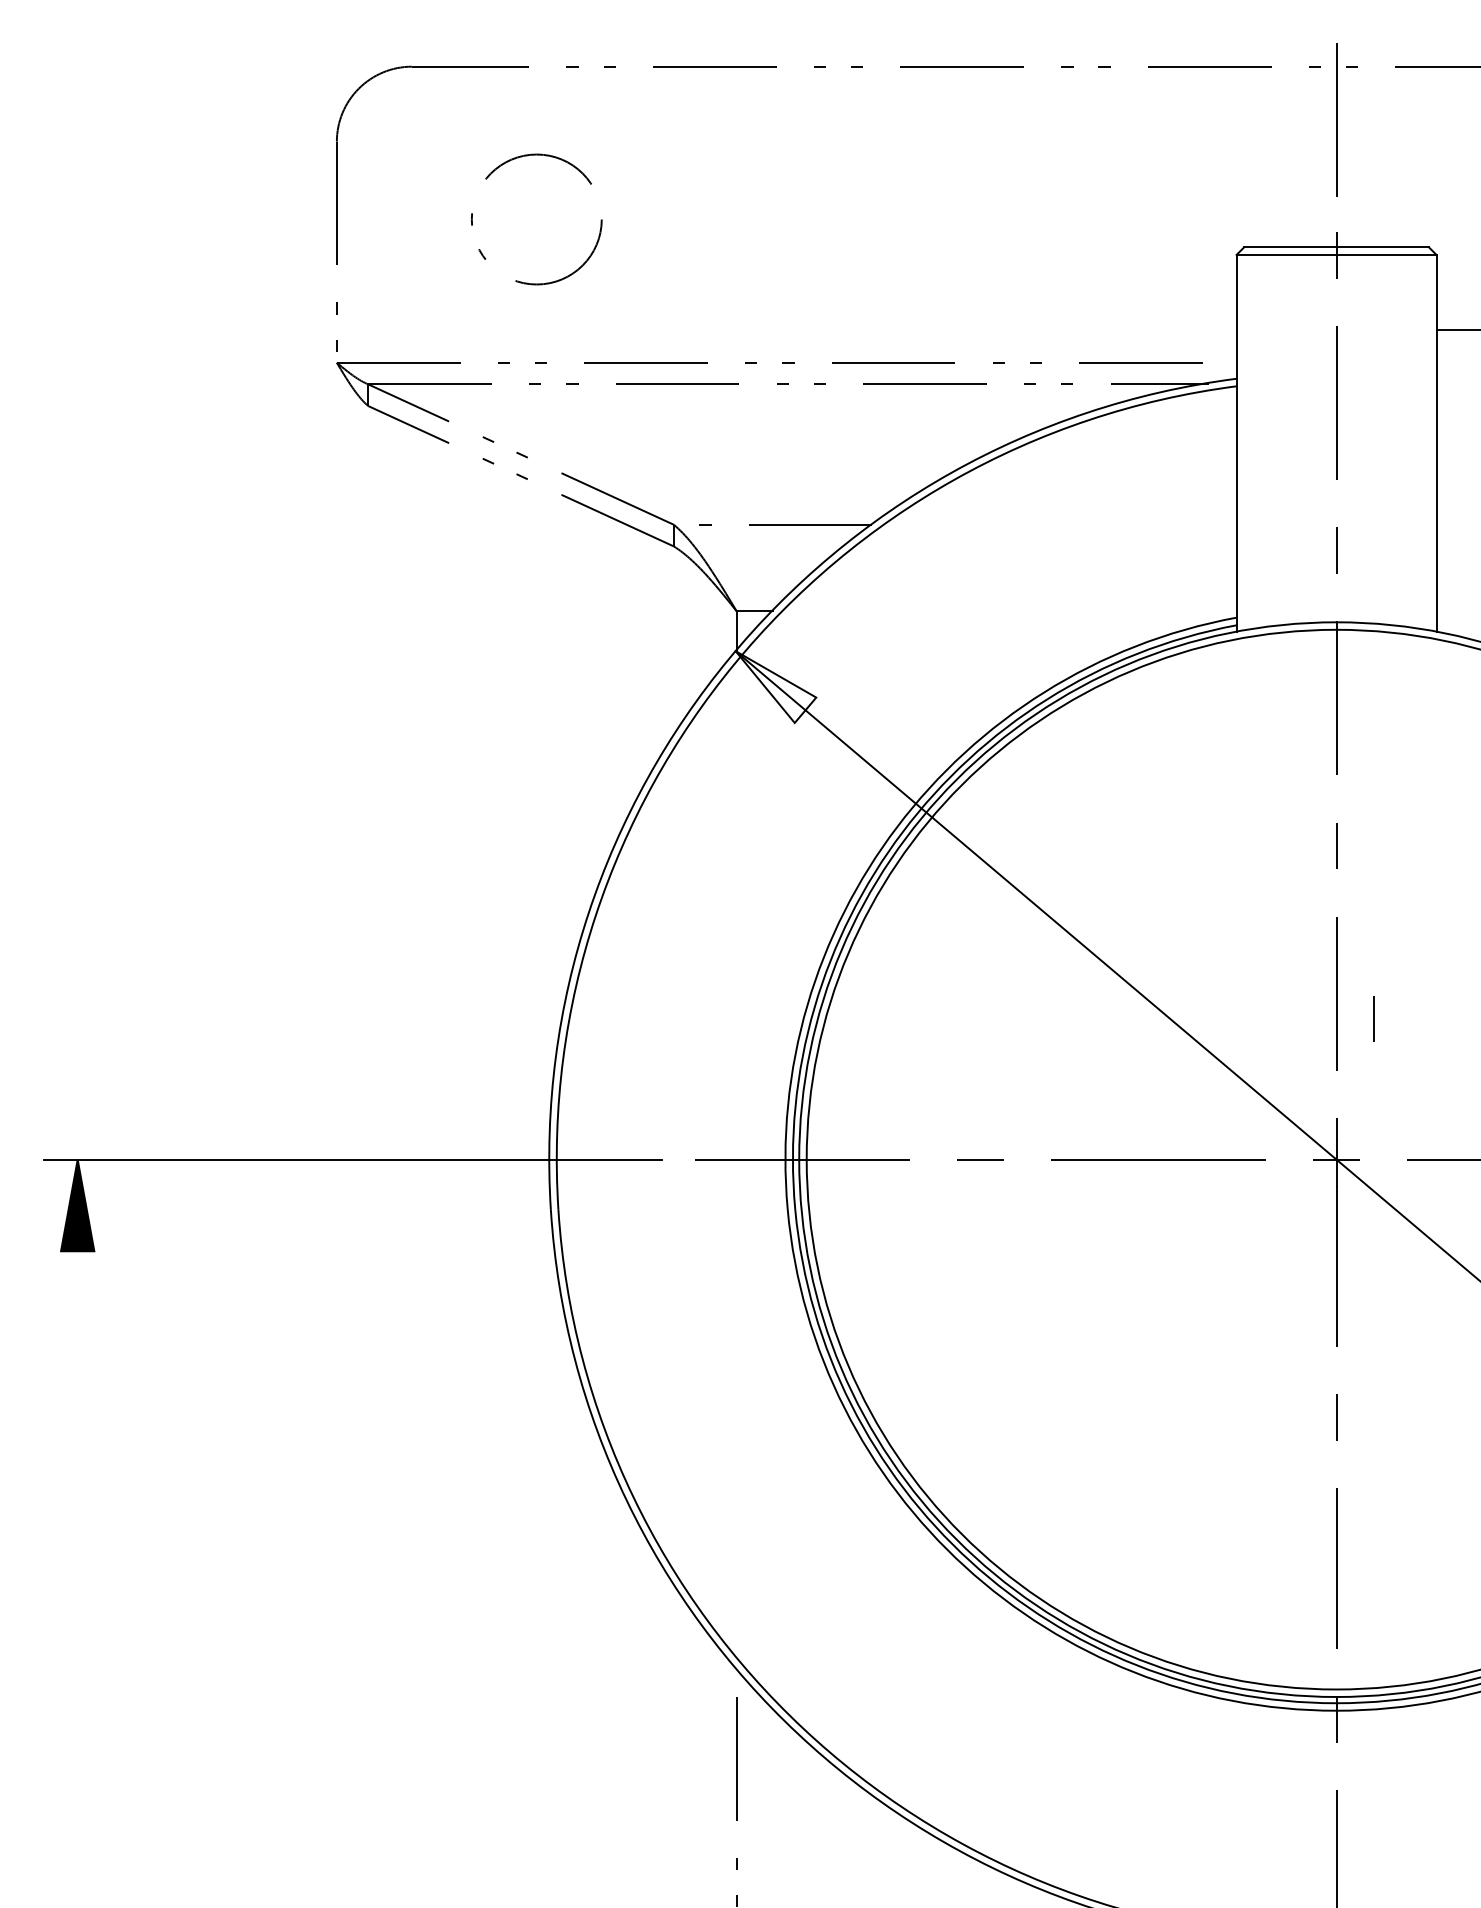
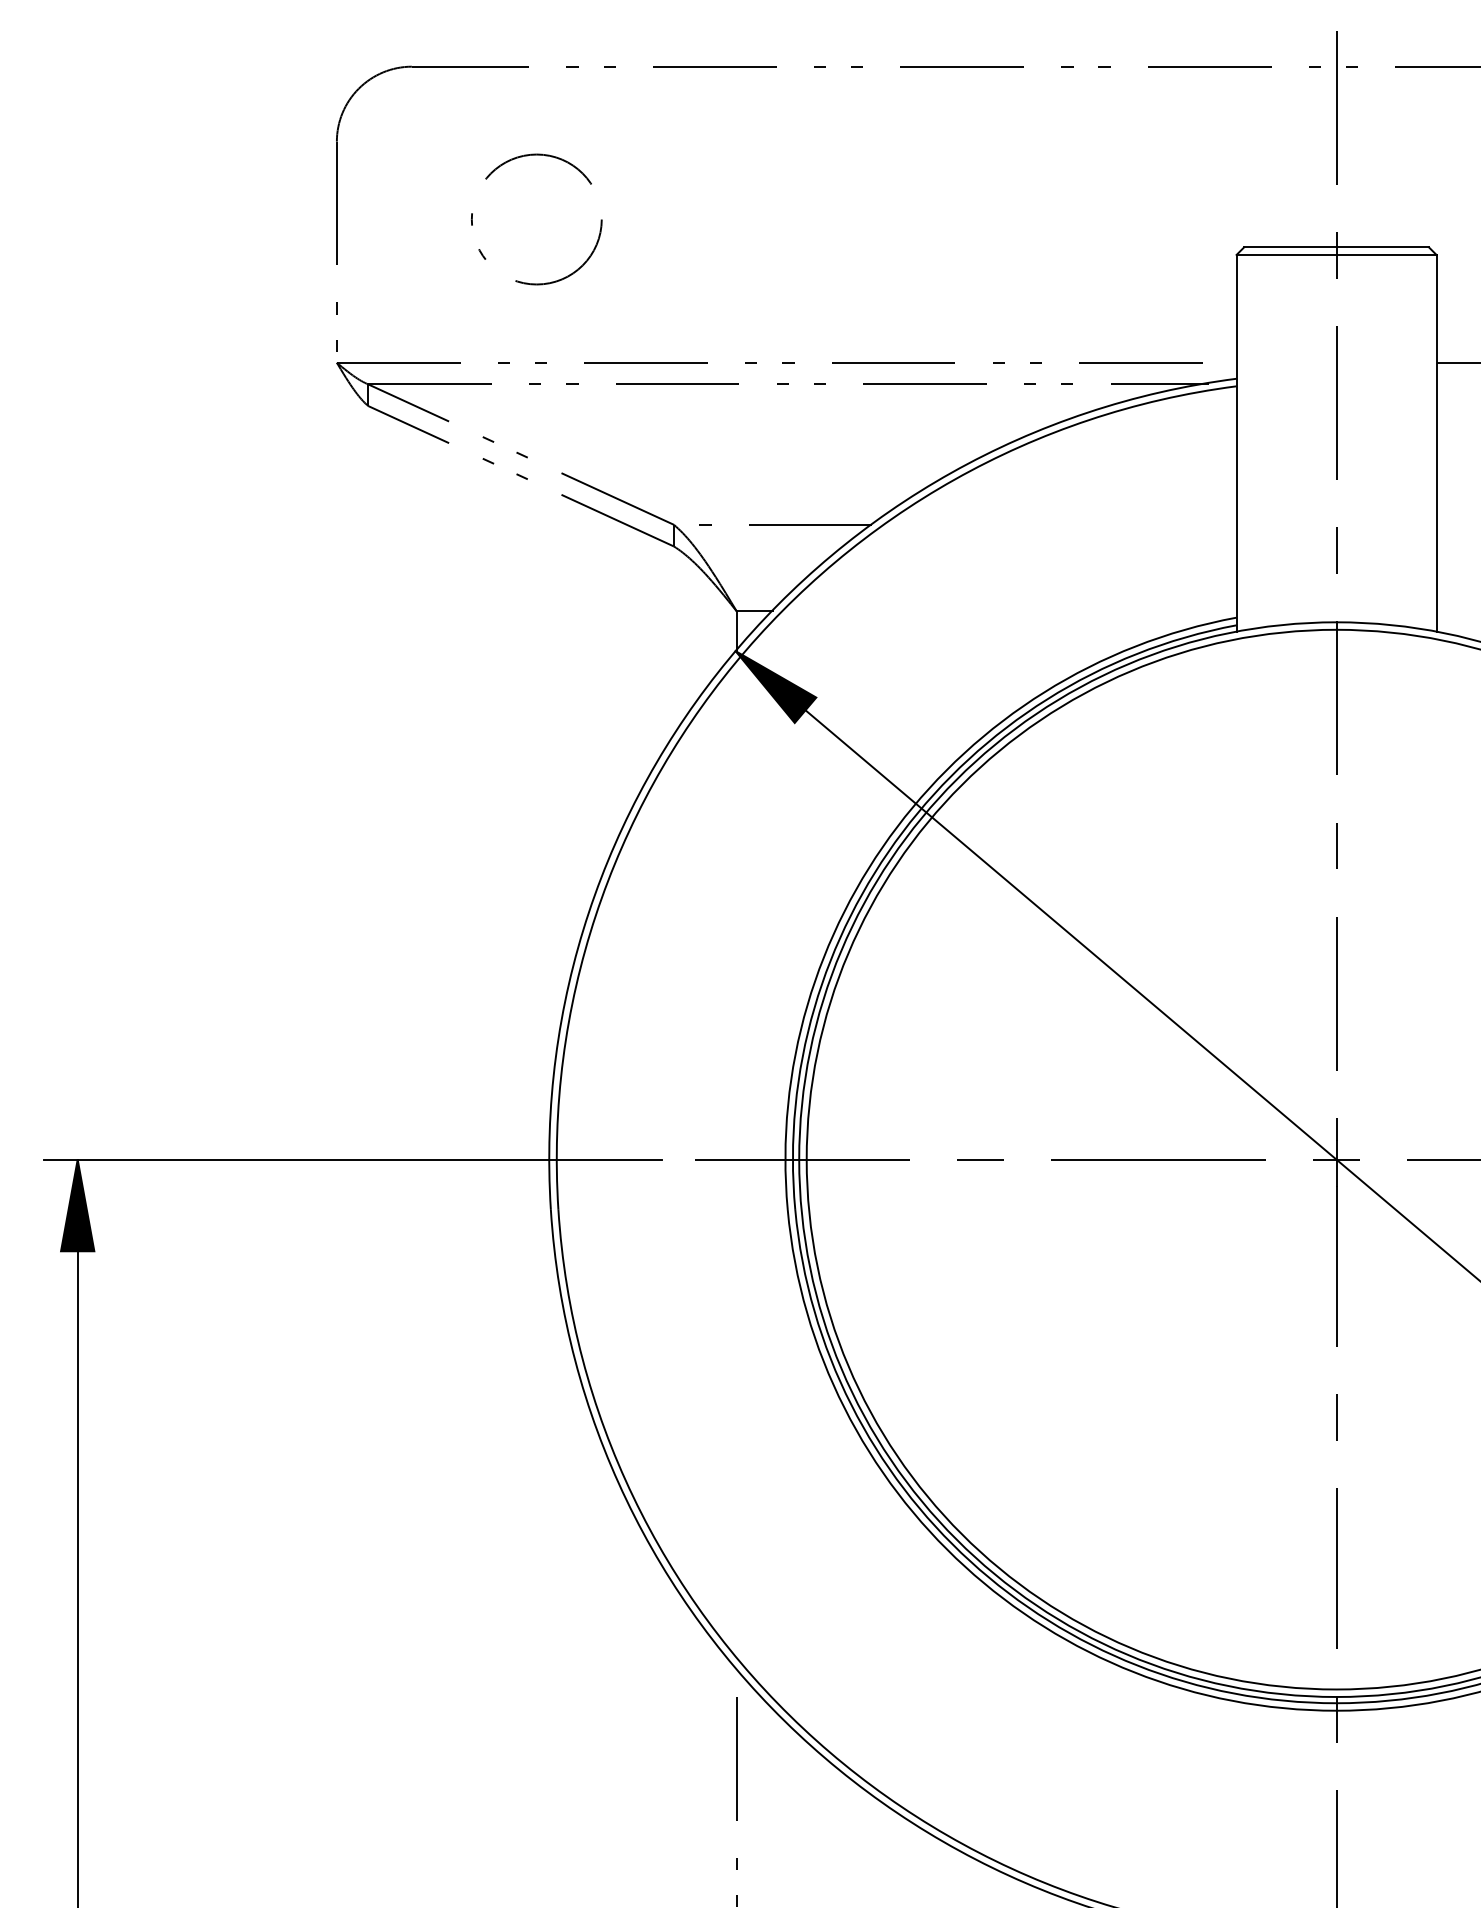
line at (1336, 119) position: (1336, 119) -> (1336, 107)
line at (1456, 329) position: (1456, 329) -> (1456, 362)
fill at (775, 686): none -> present
line at (1373, 1018): present -> none
line at (77, 1531): none -> present
